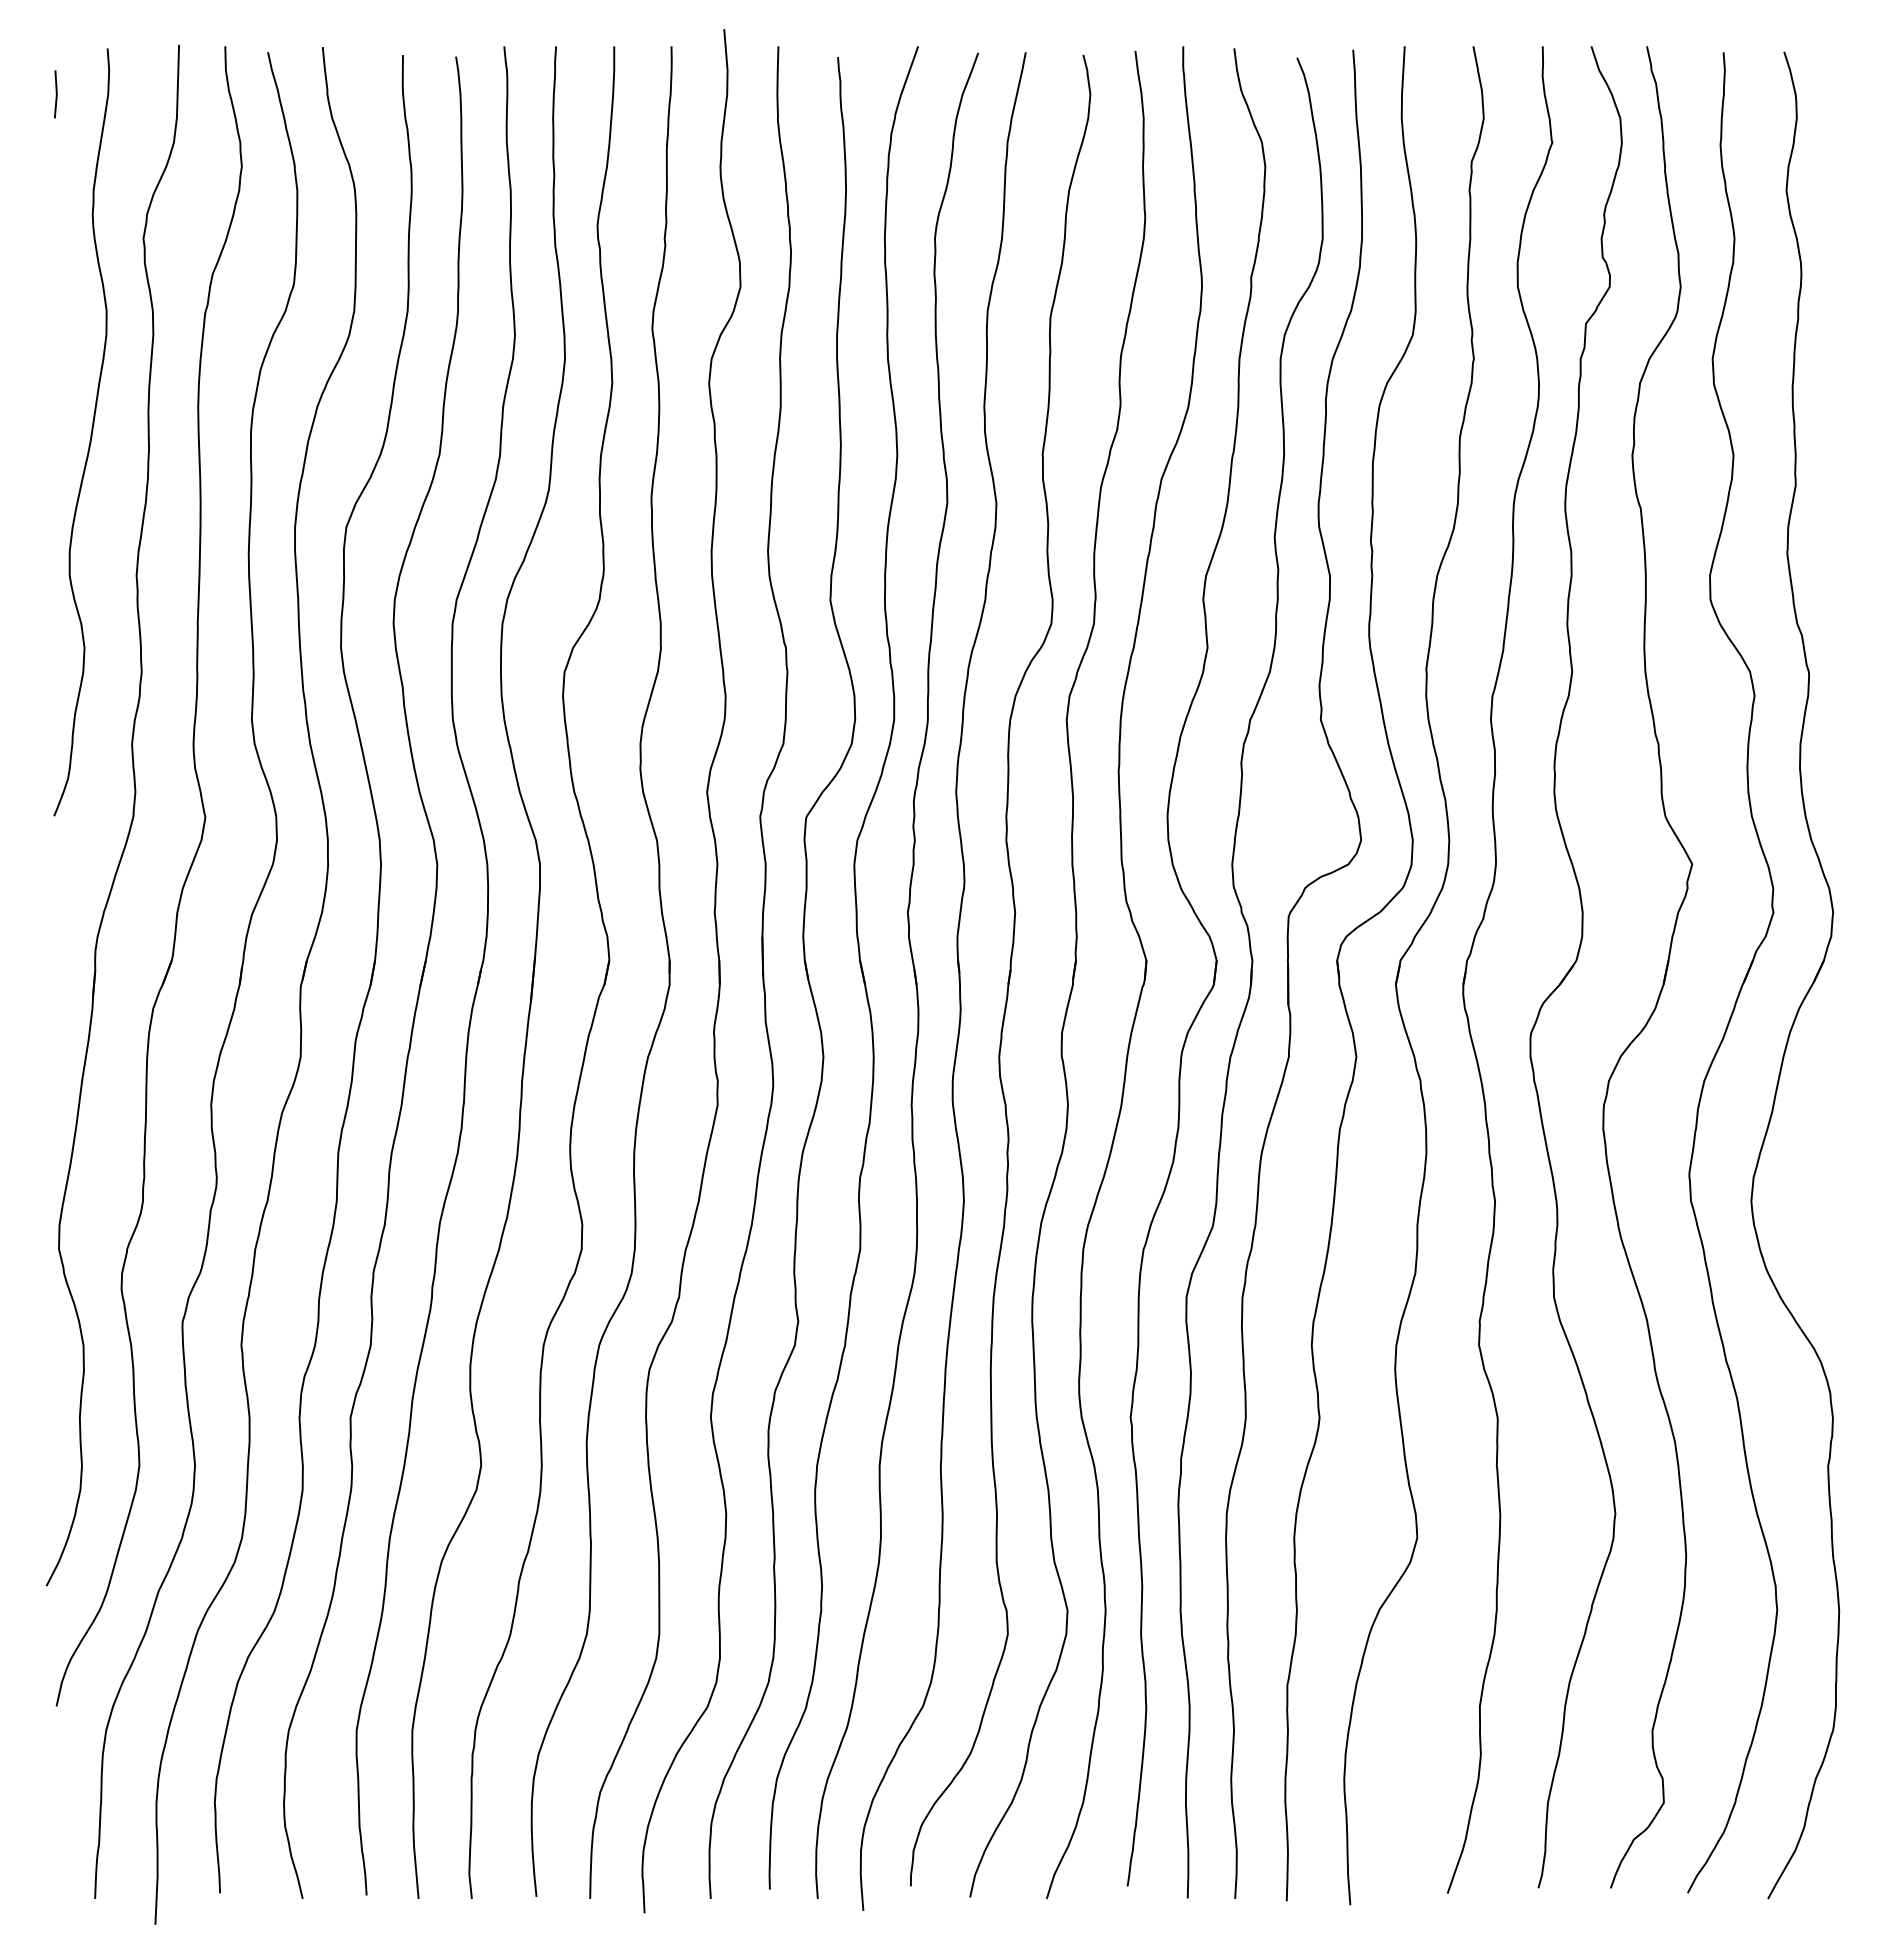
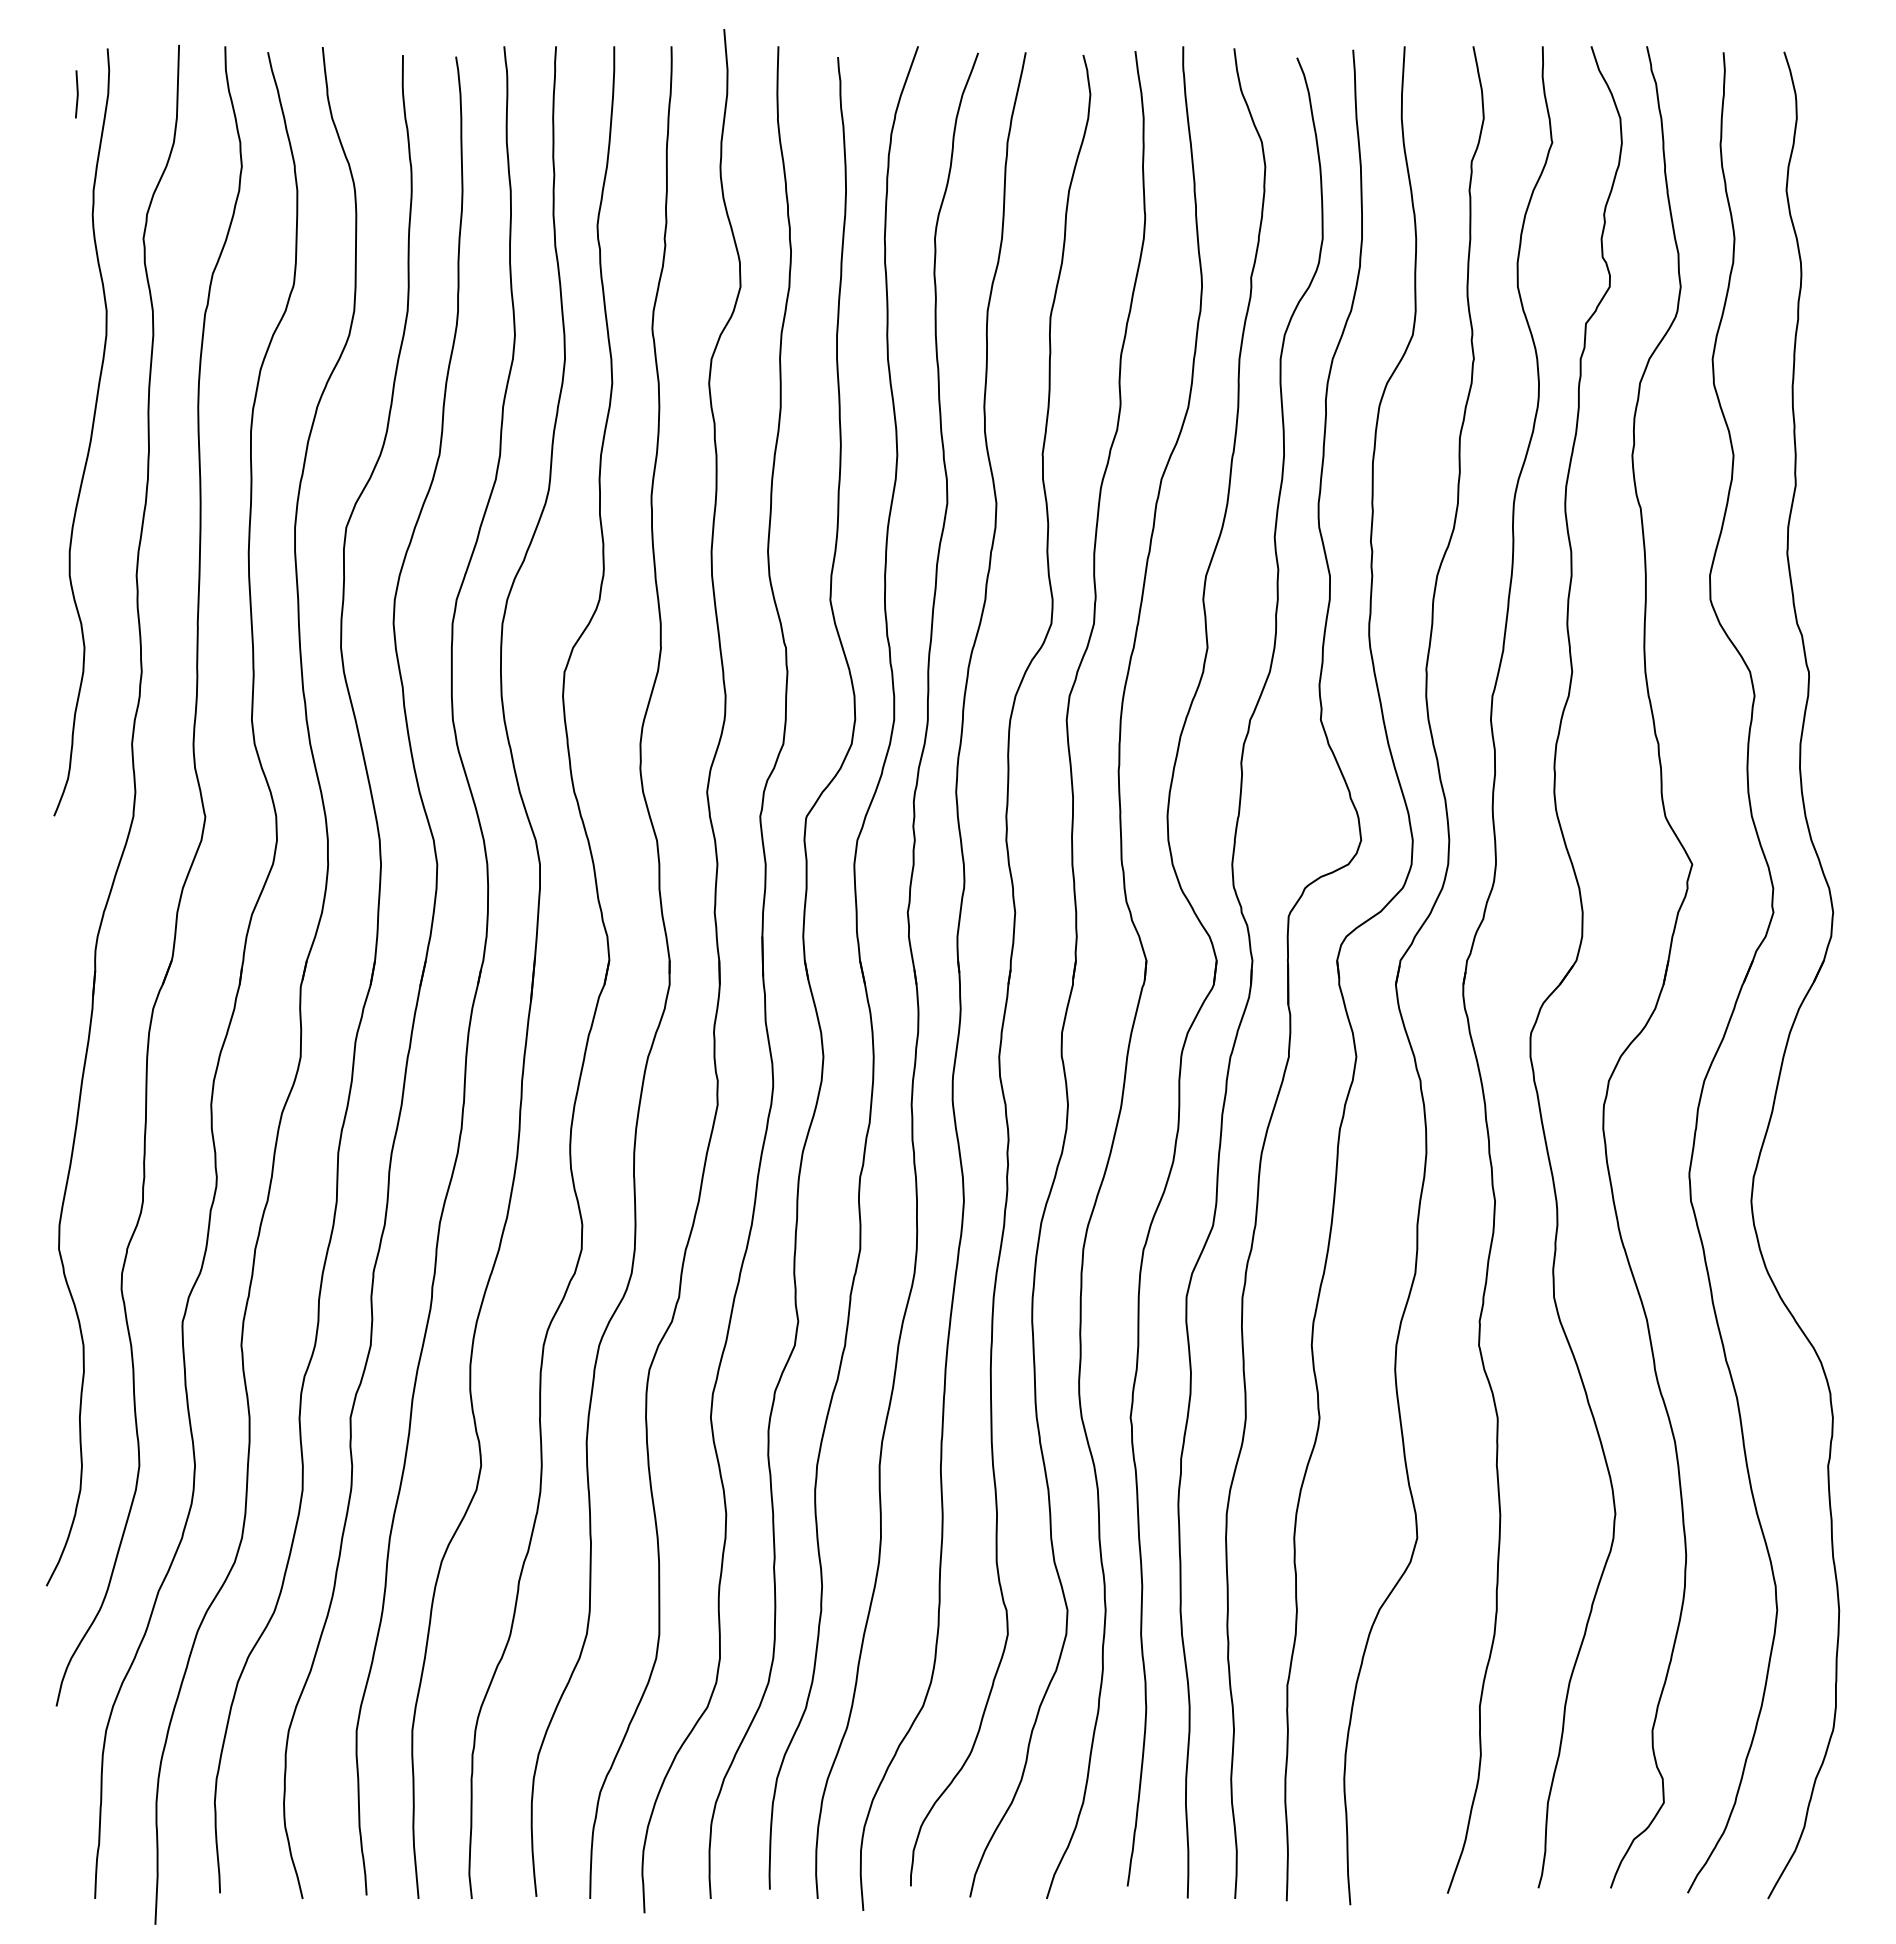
line at (55, 93) position: (55, 93) -> (76, 93)
